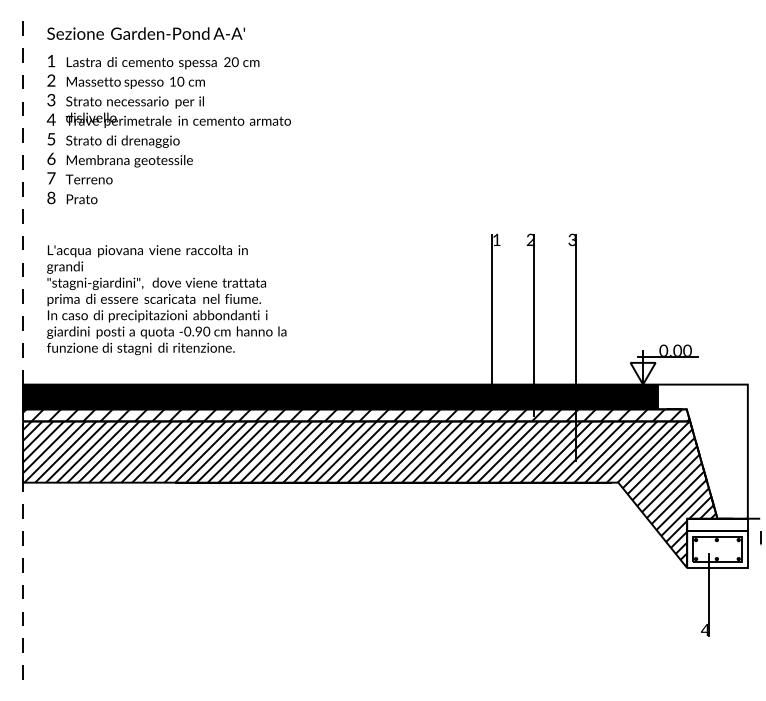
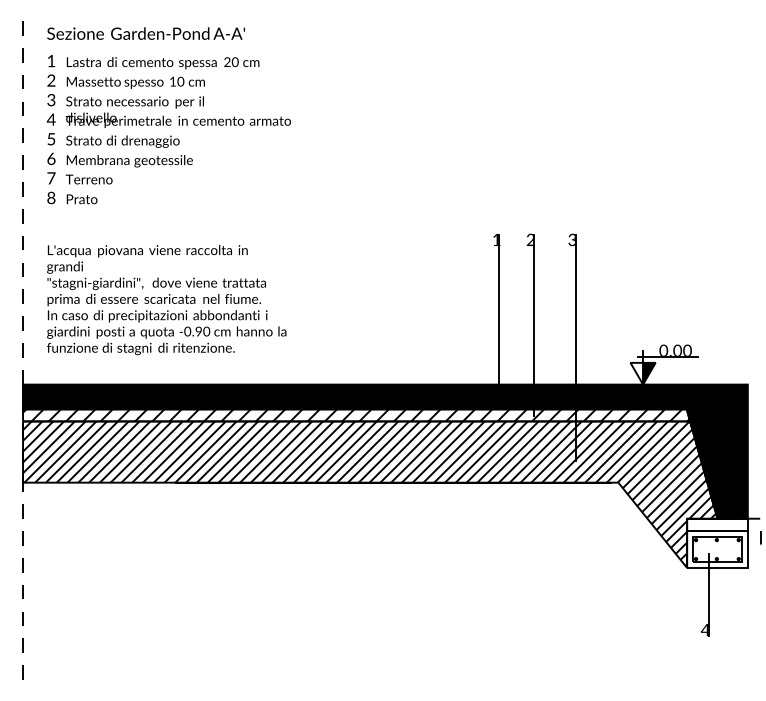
line at (491, 315) position: (491, 315) -> (498, 315)
fill at (649, 373): none -> present
fill at (702, 451): none -> present
